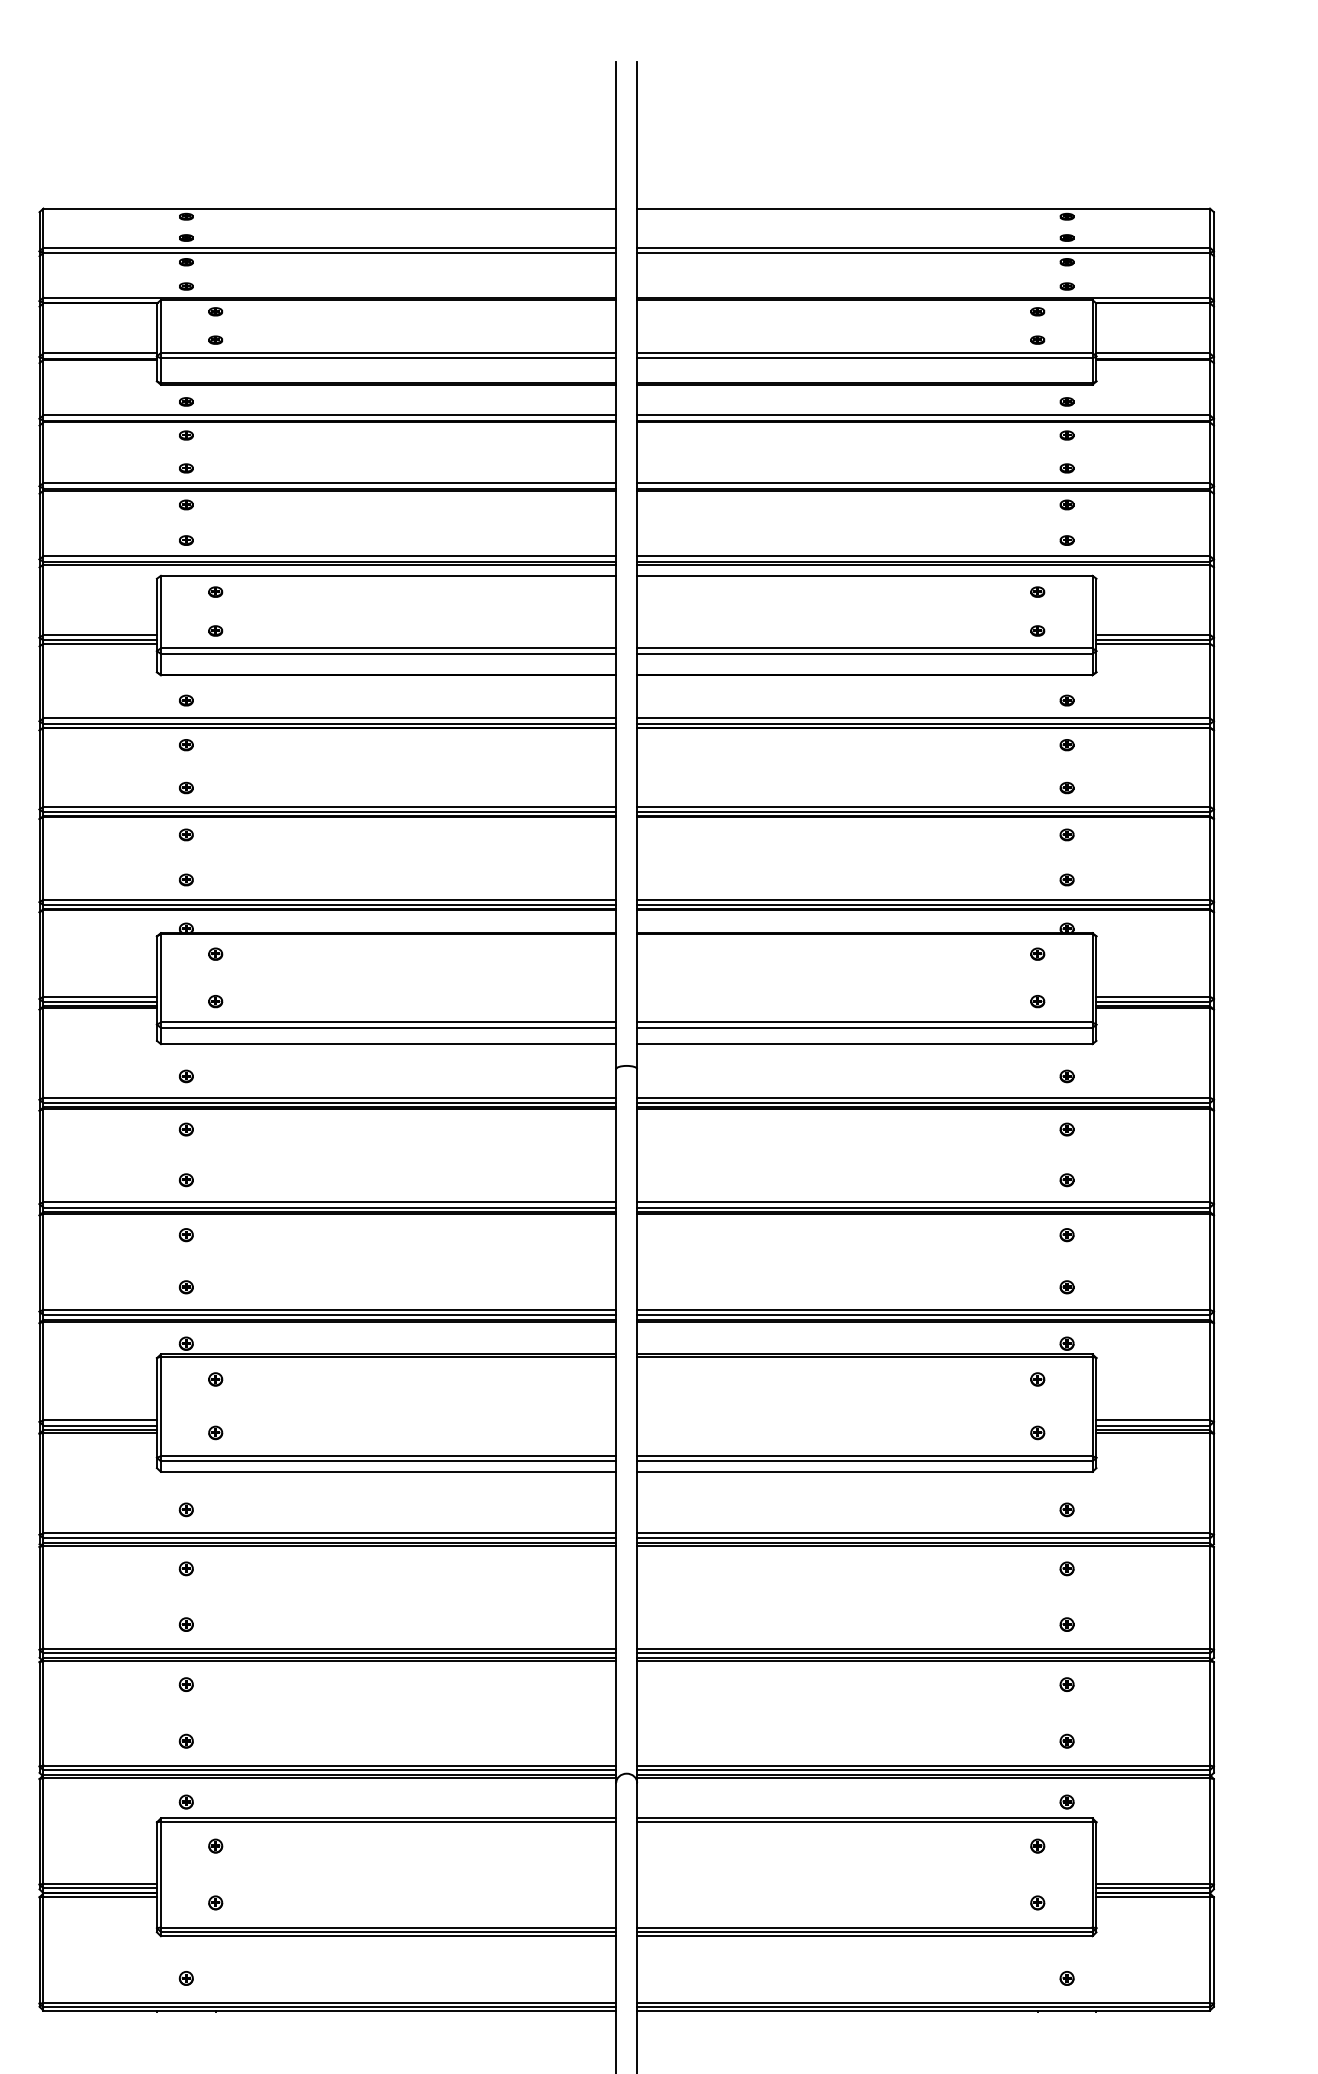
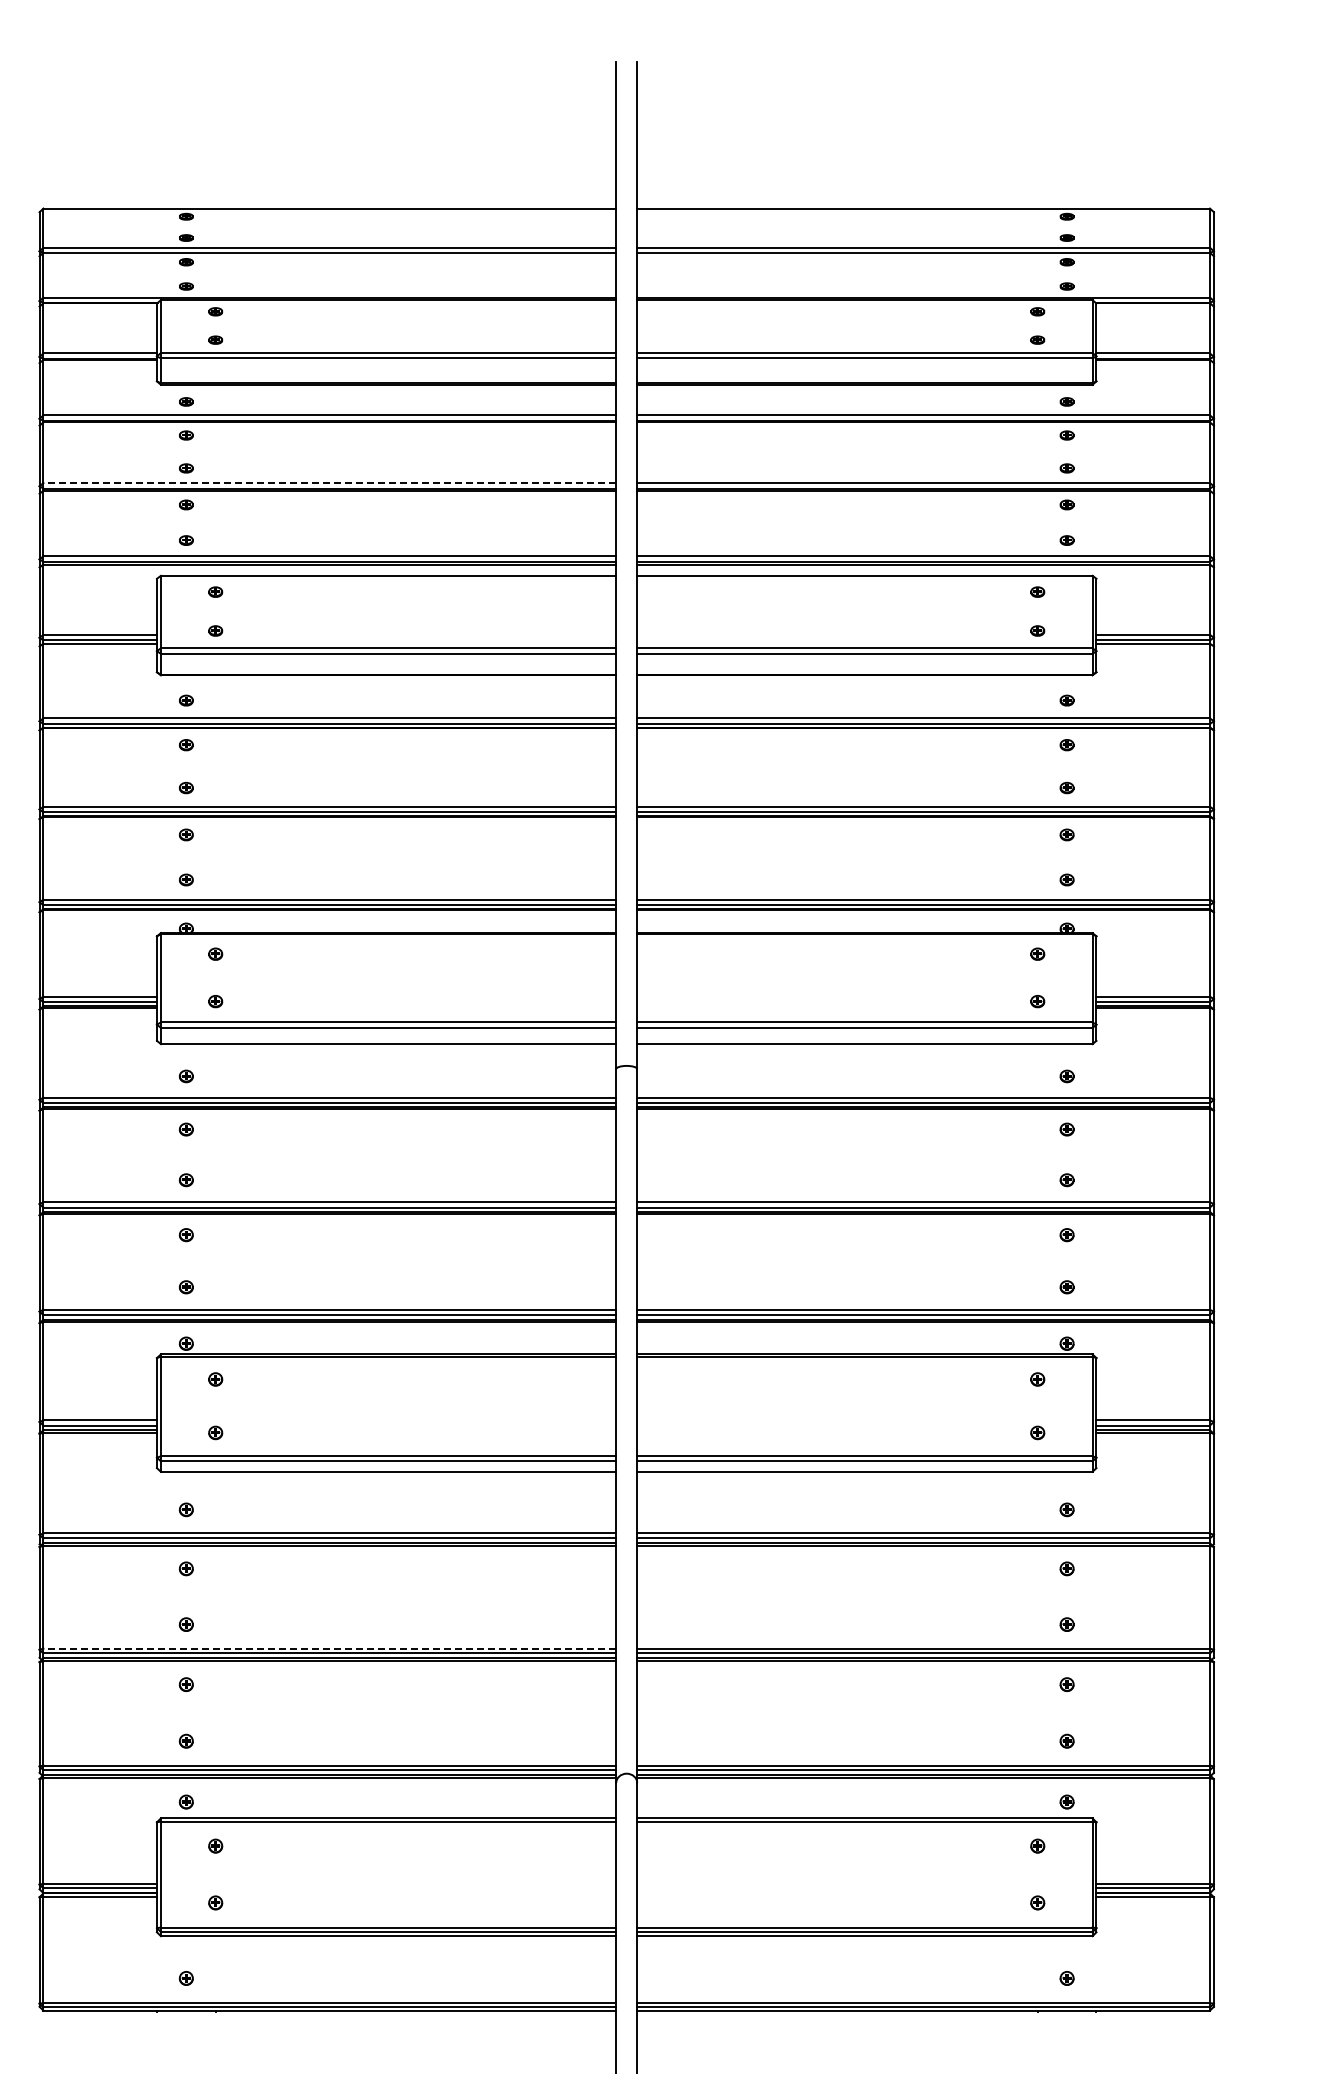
line at (329, 483): solid -> dashed
line at (329, 1648): solid -> dashed
